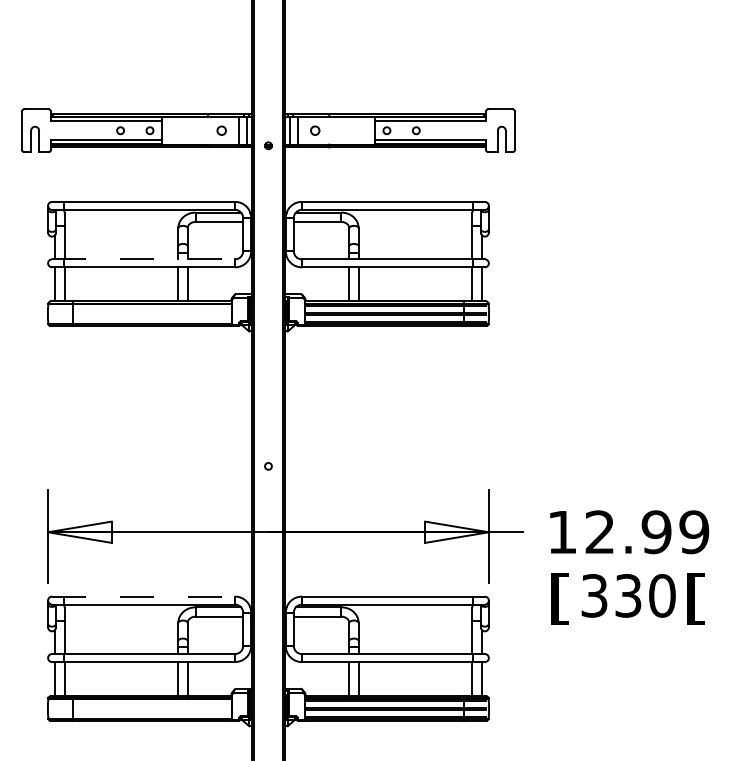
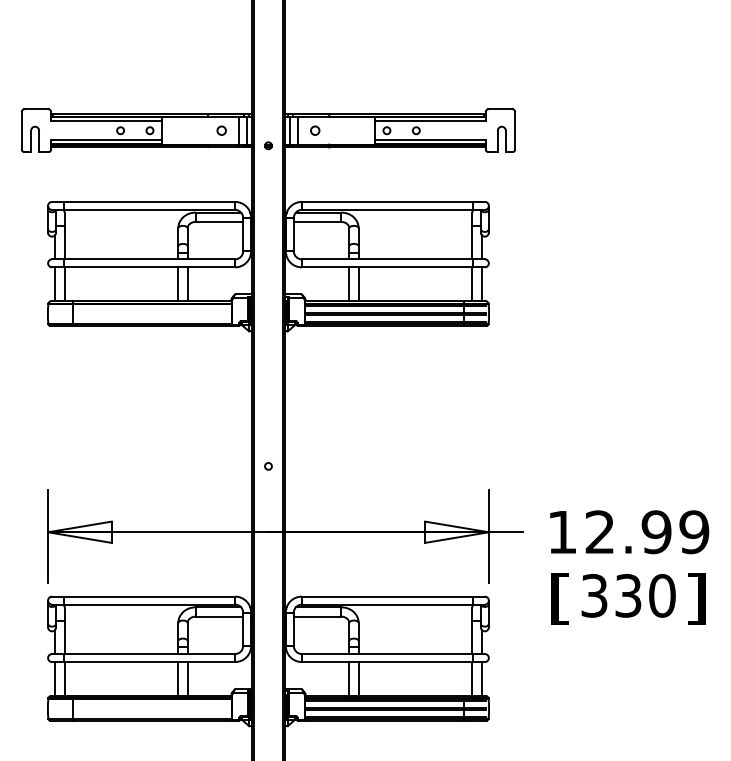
line at (143, 259): dashed -> solid
line at (143, 596): dashed -> solid
text at (696, 598): [ -> ]
